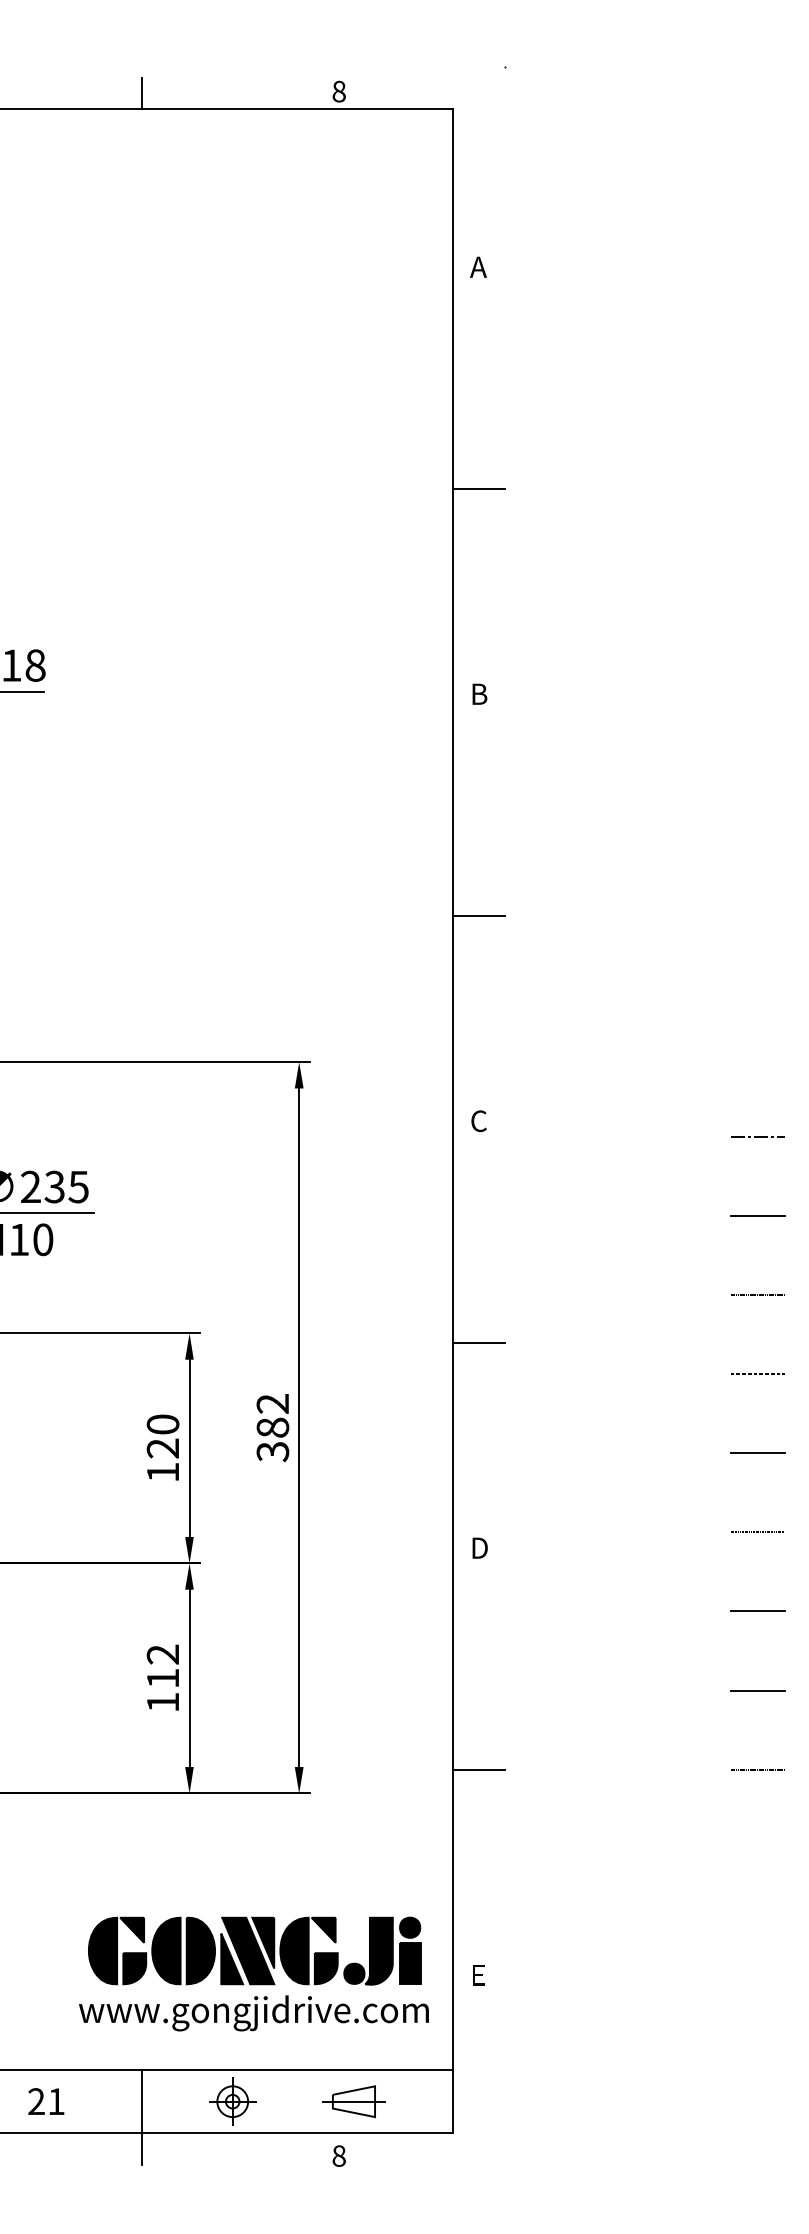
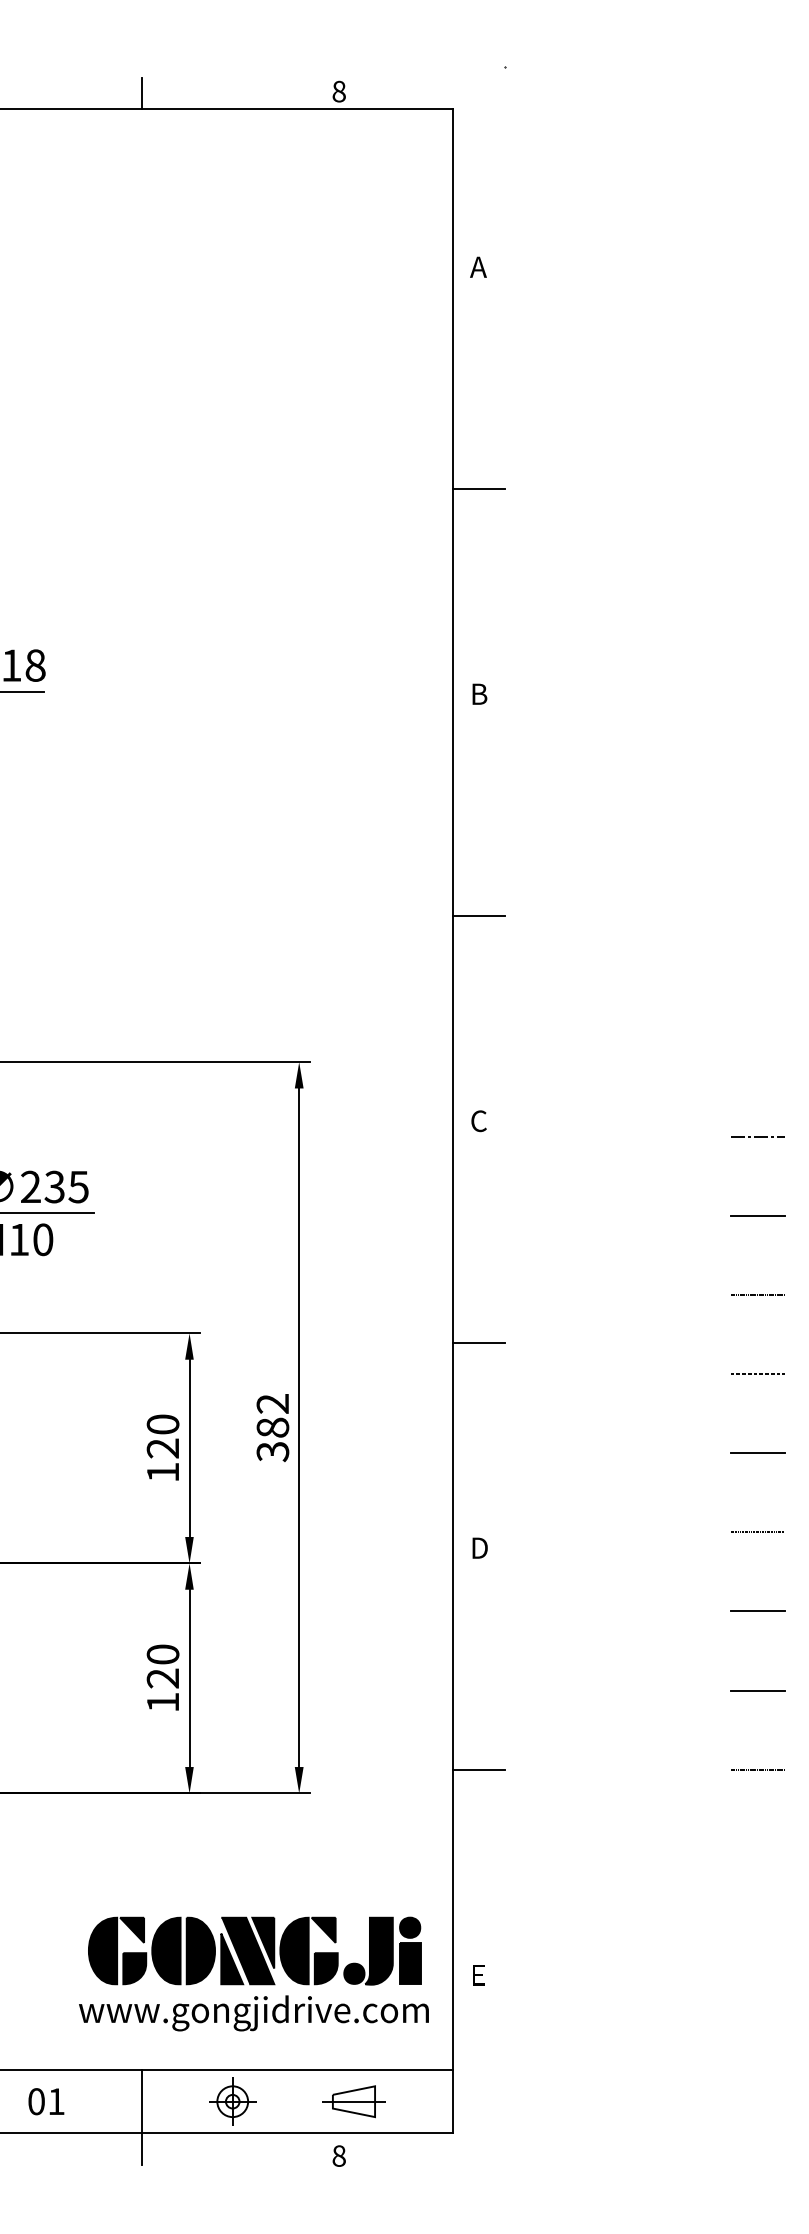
text at (162, 1666): 112 -> 120
text at (36, 2101): 21 -> 01
